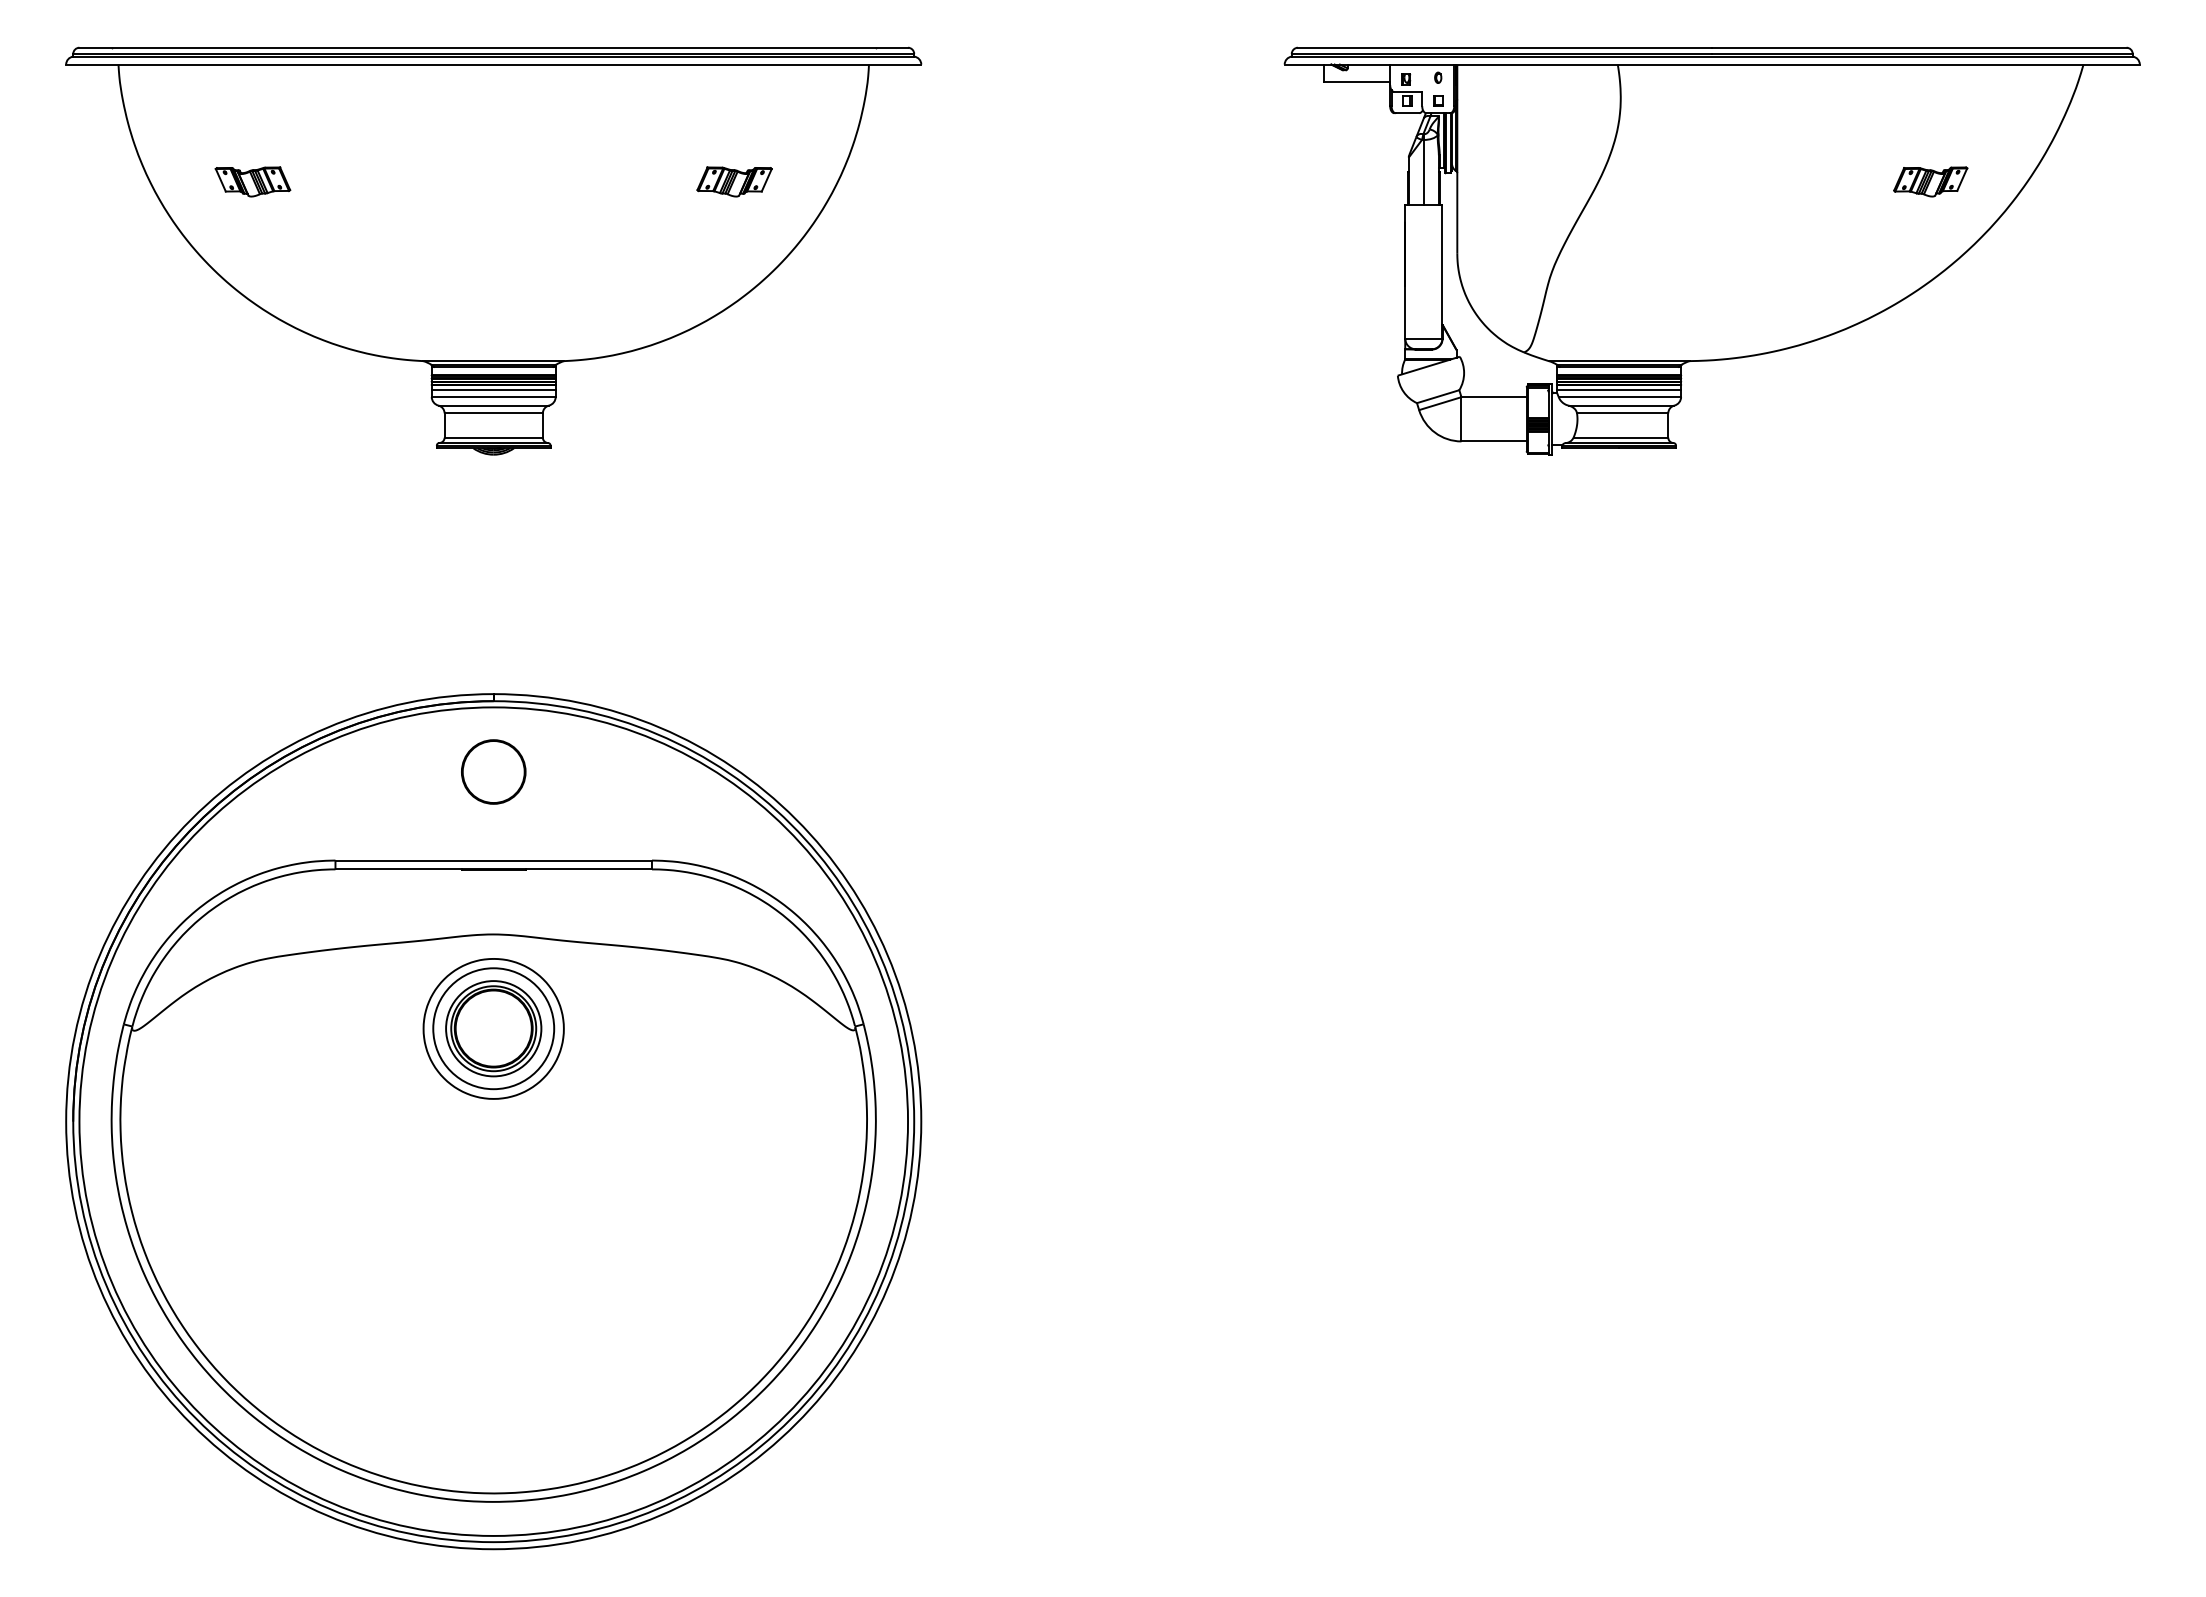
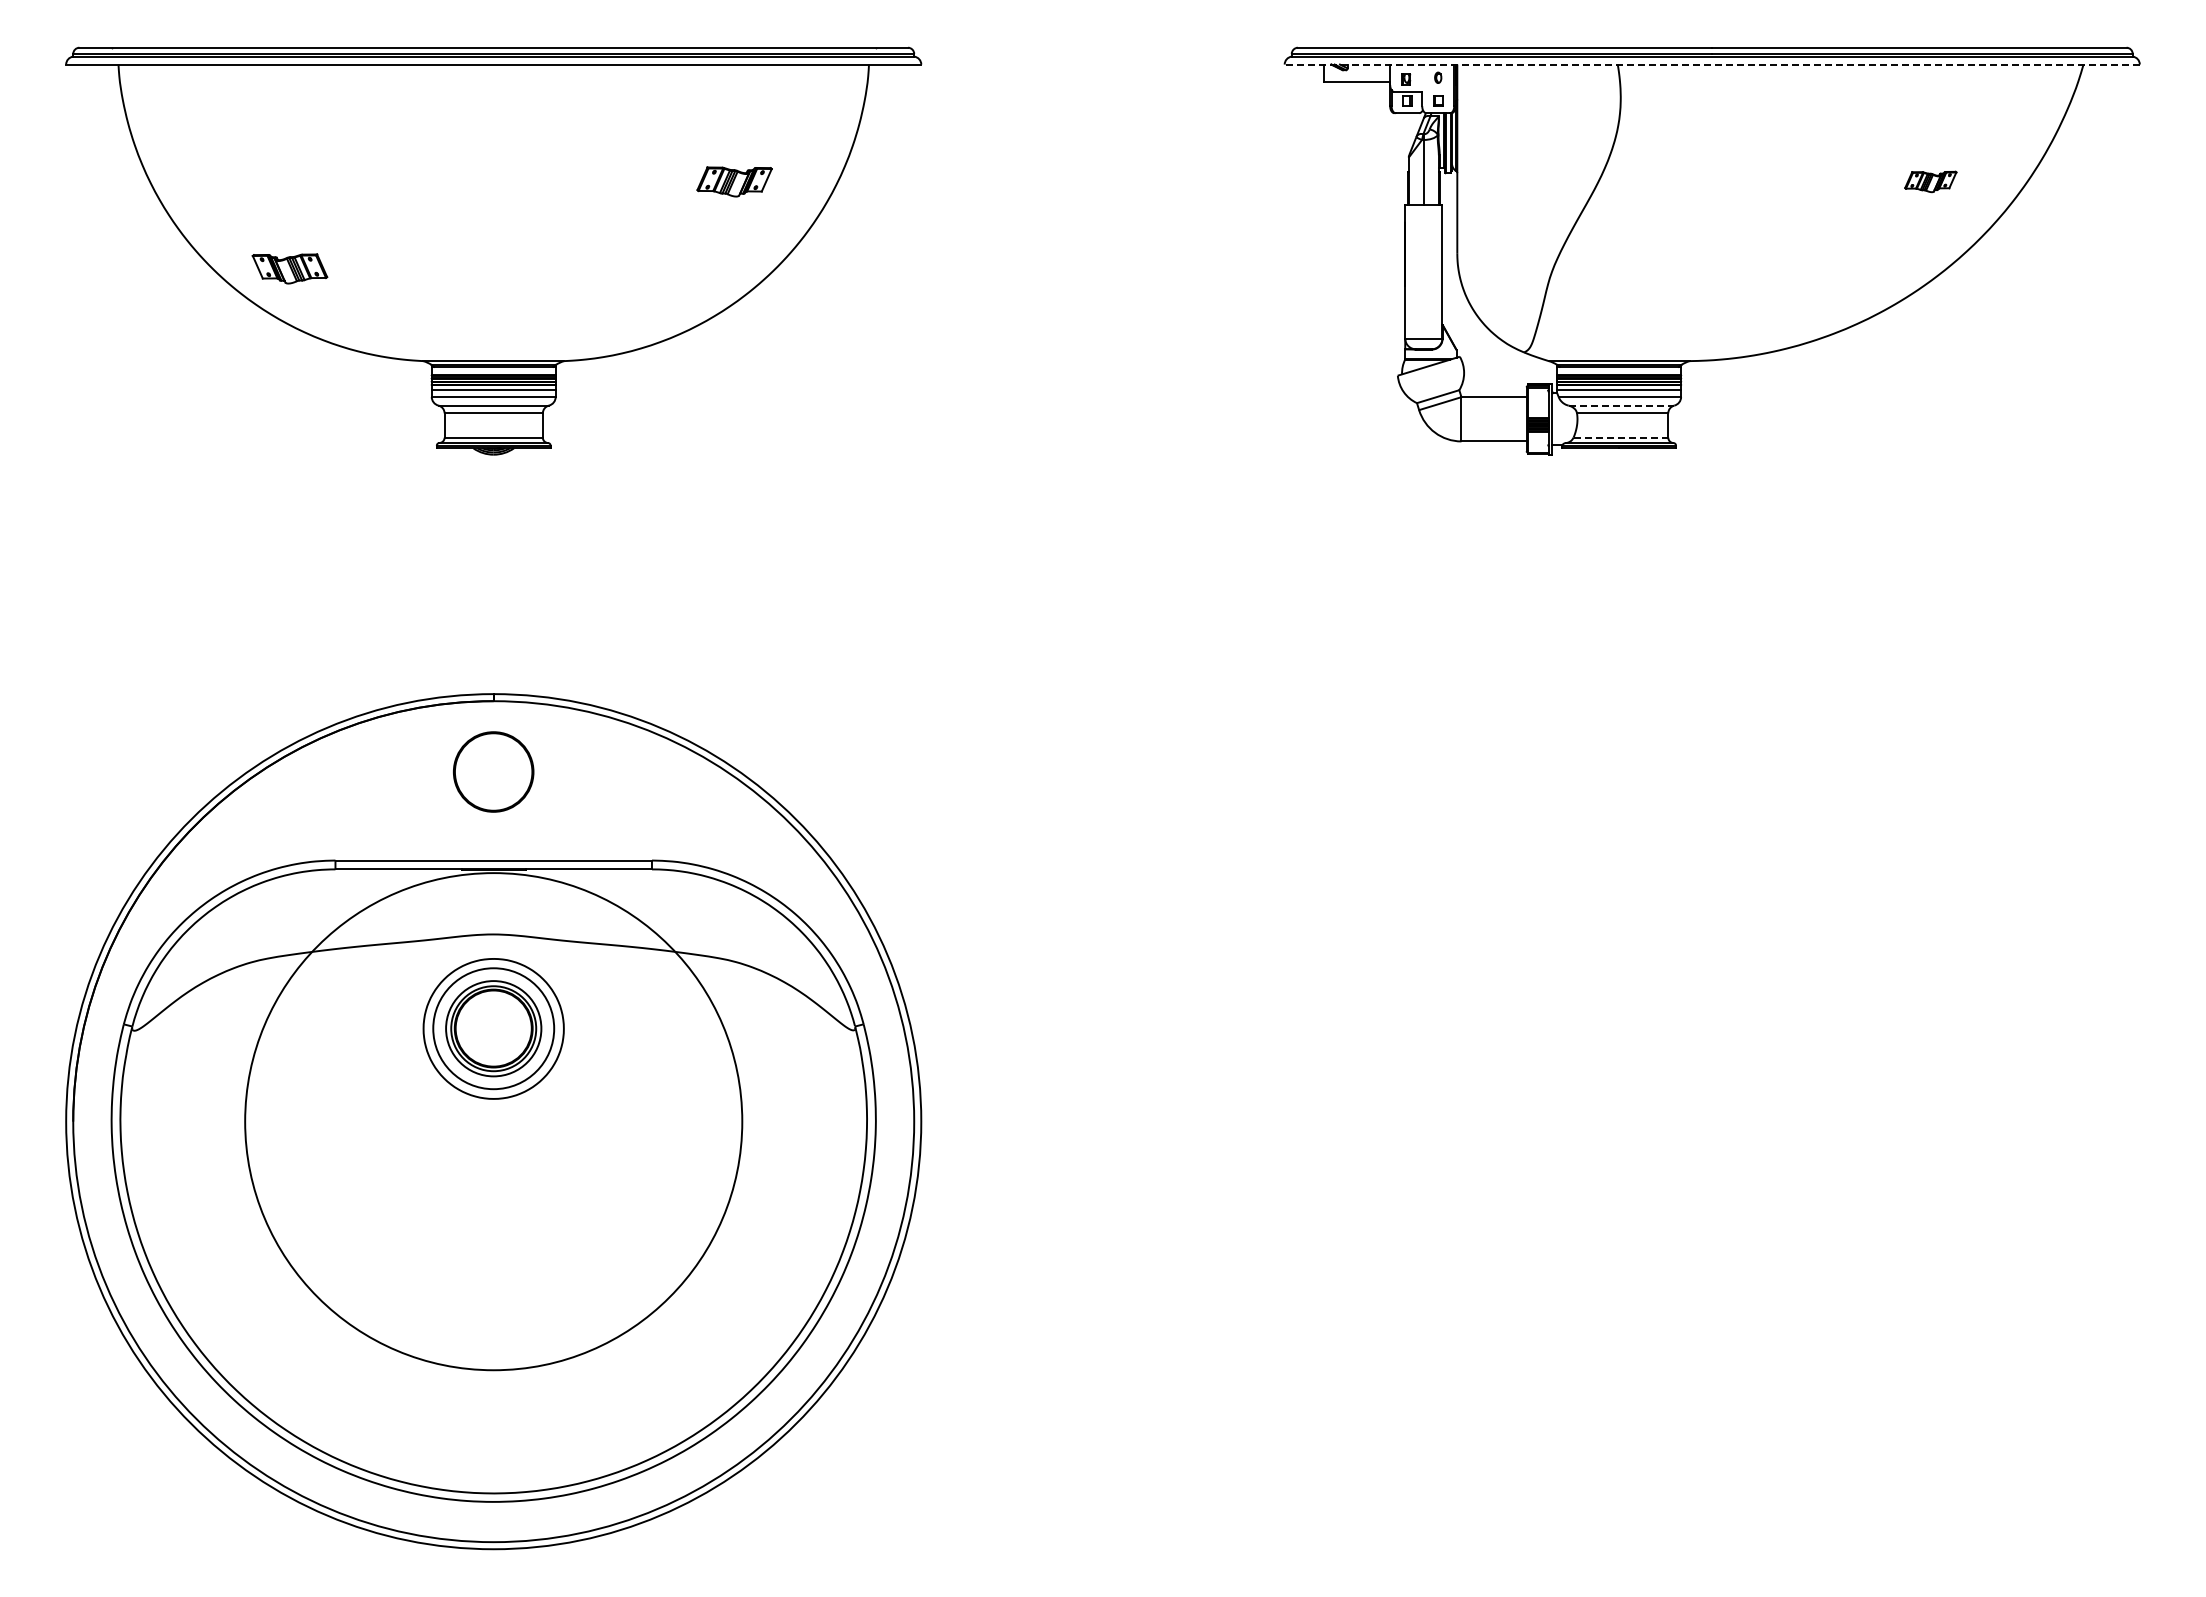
line at (1712, 64): solid -> dashed
part at (252, 181) position: (252, 181) -> (289, 268)
part at (1930, 181) size: 76x32 px -> 54x24 px
line at (1621, 405): solid -> dashed
line at (1621, 437): solid -> dashed
circle at (493, 771) size: 66x66 px -> 82x82 px
circle at (493, 1121) diameter: 829 px -> 497 px
